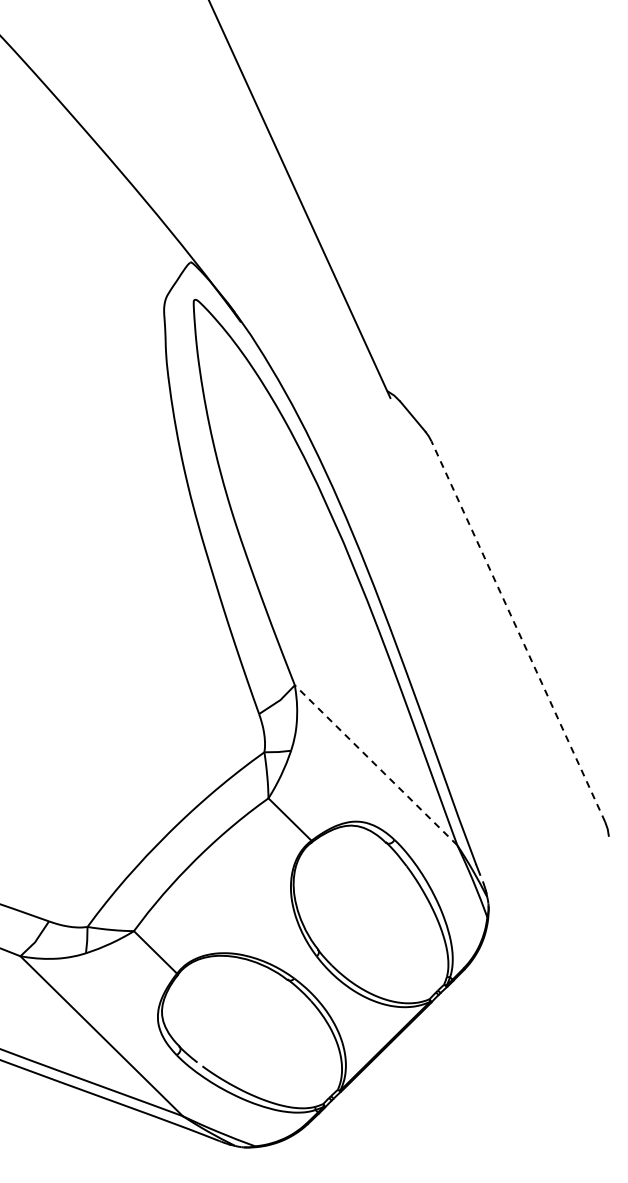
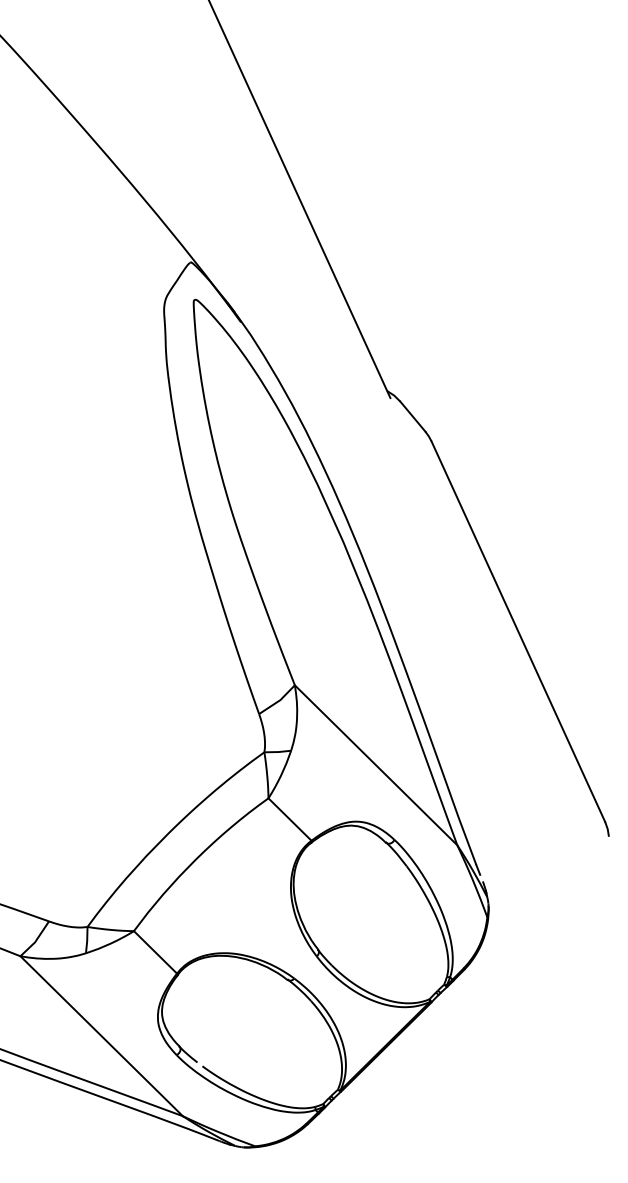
line at (518, 631): dashed -> solid
line at (376, 765): dashed -> solid
